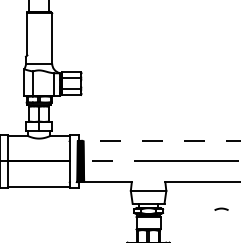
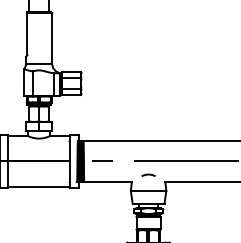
line at (161, 140): dashed -> solid
curve at (221, 208) position: (221, 208) -> (148, 174)
